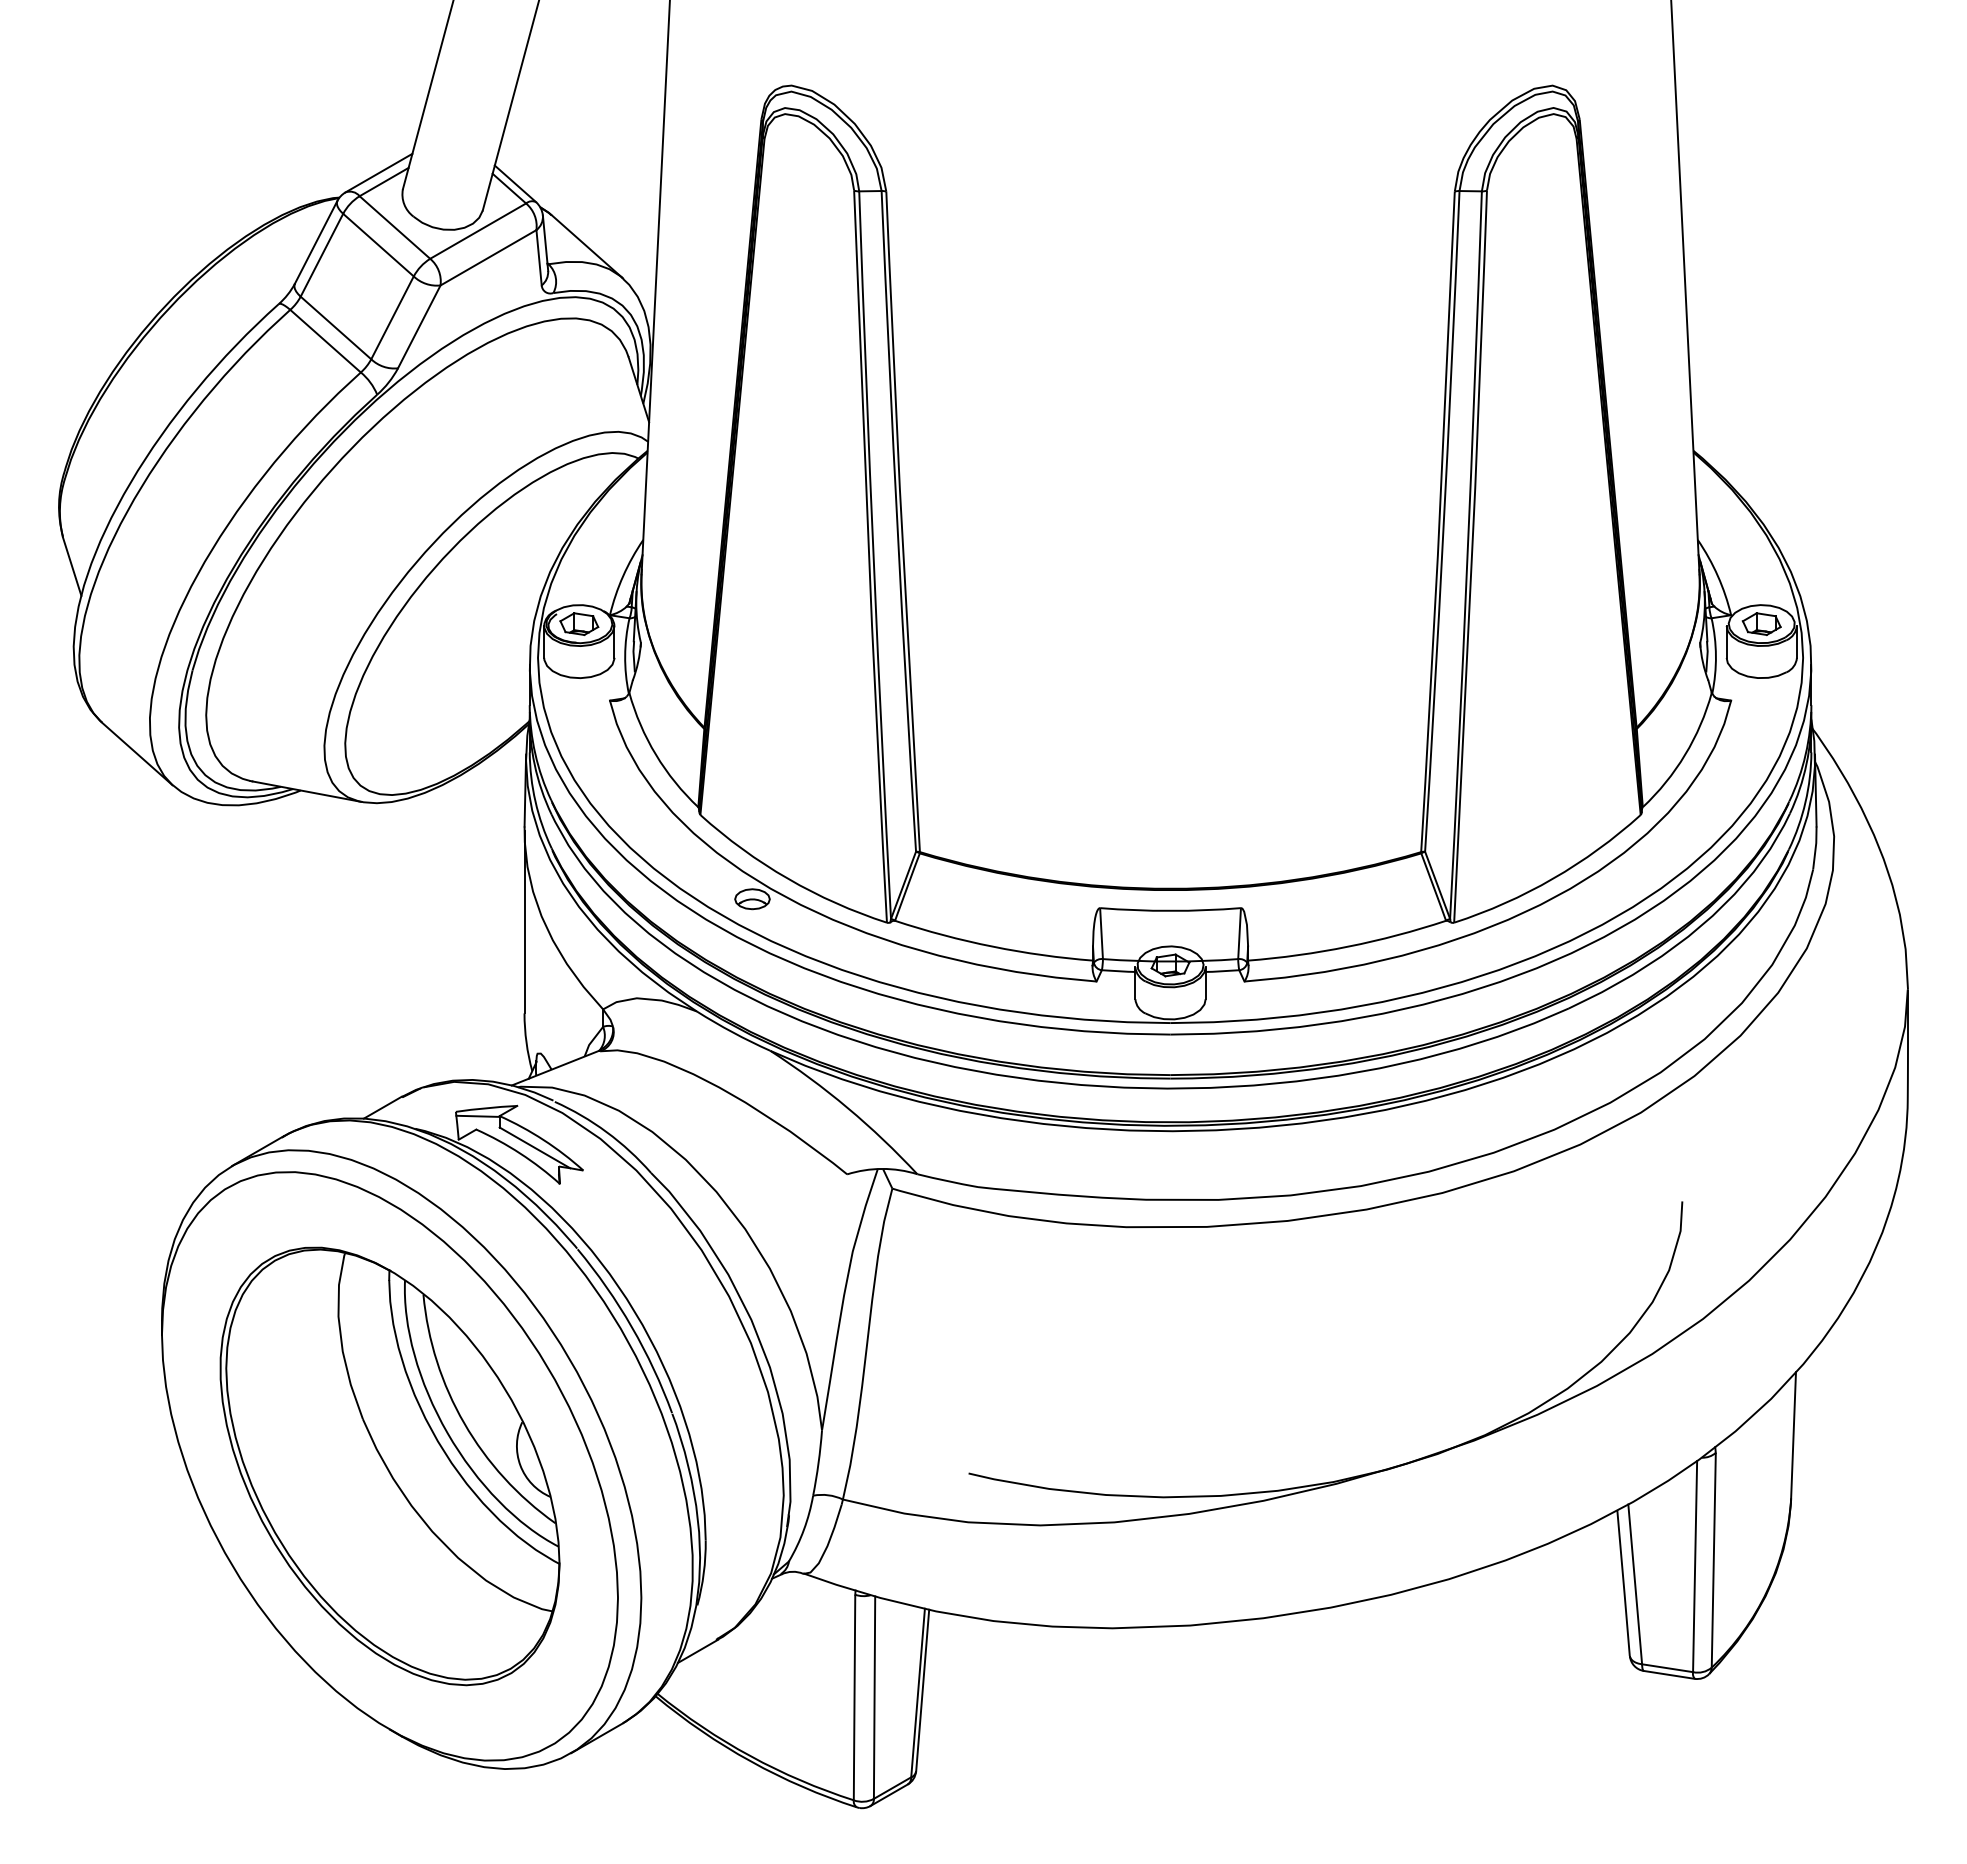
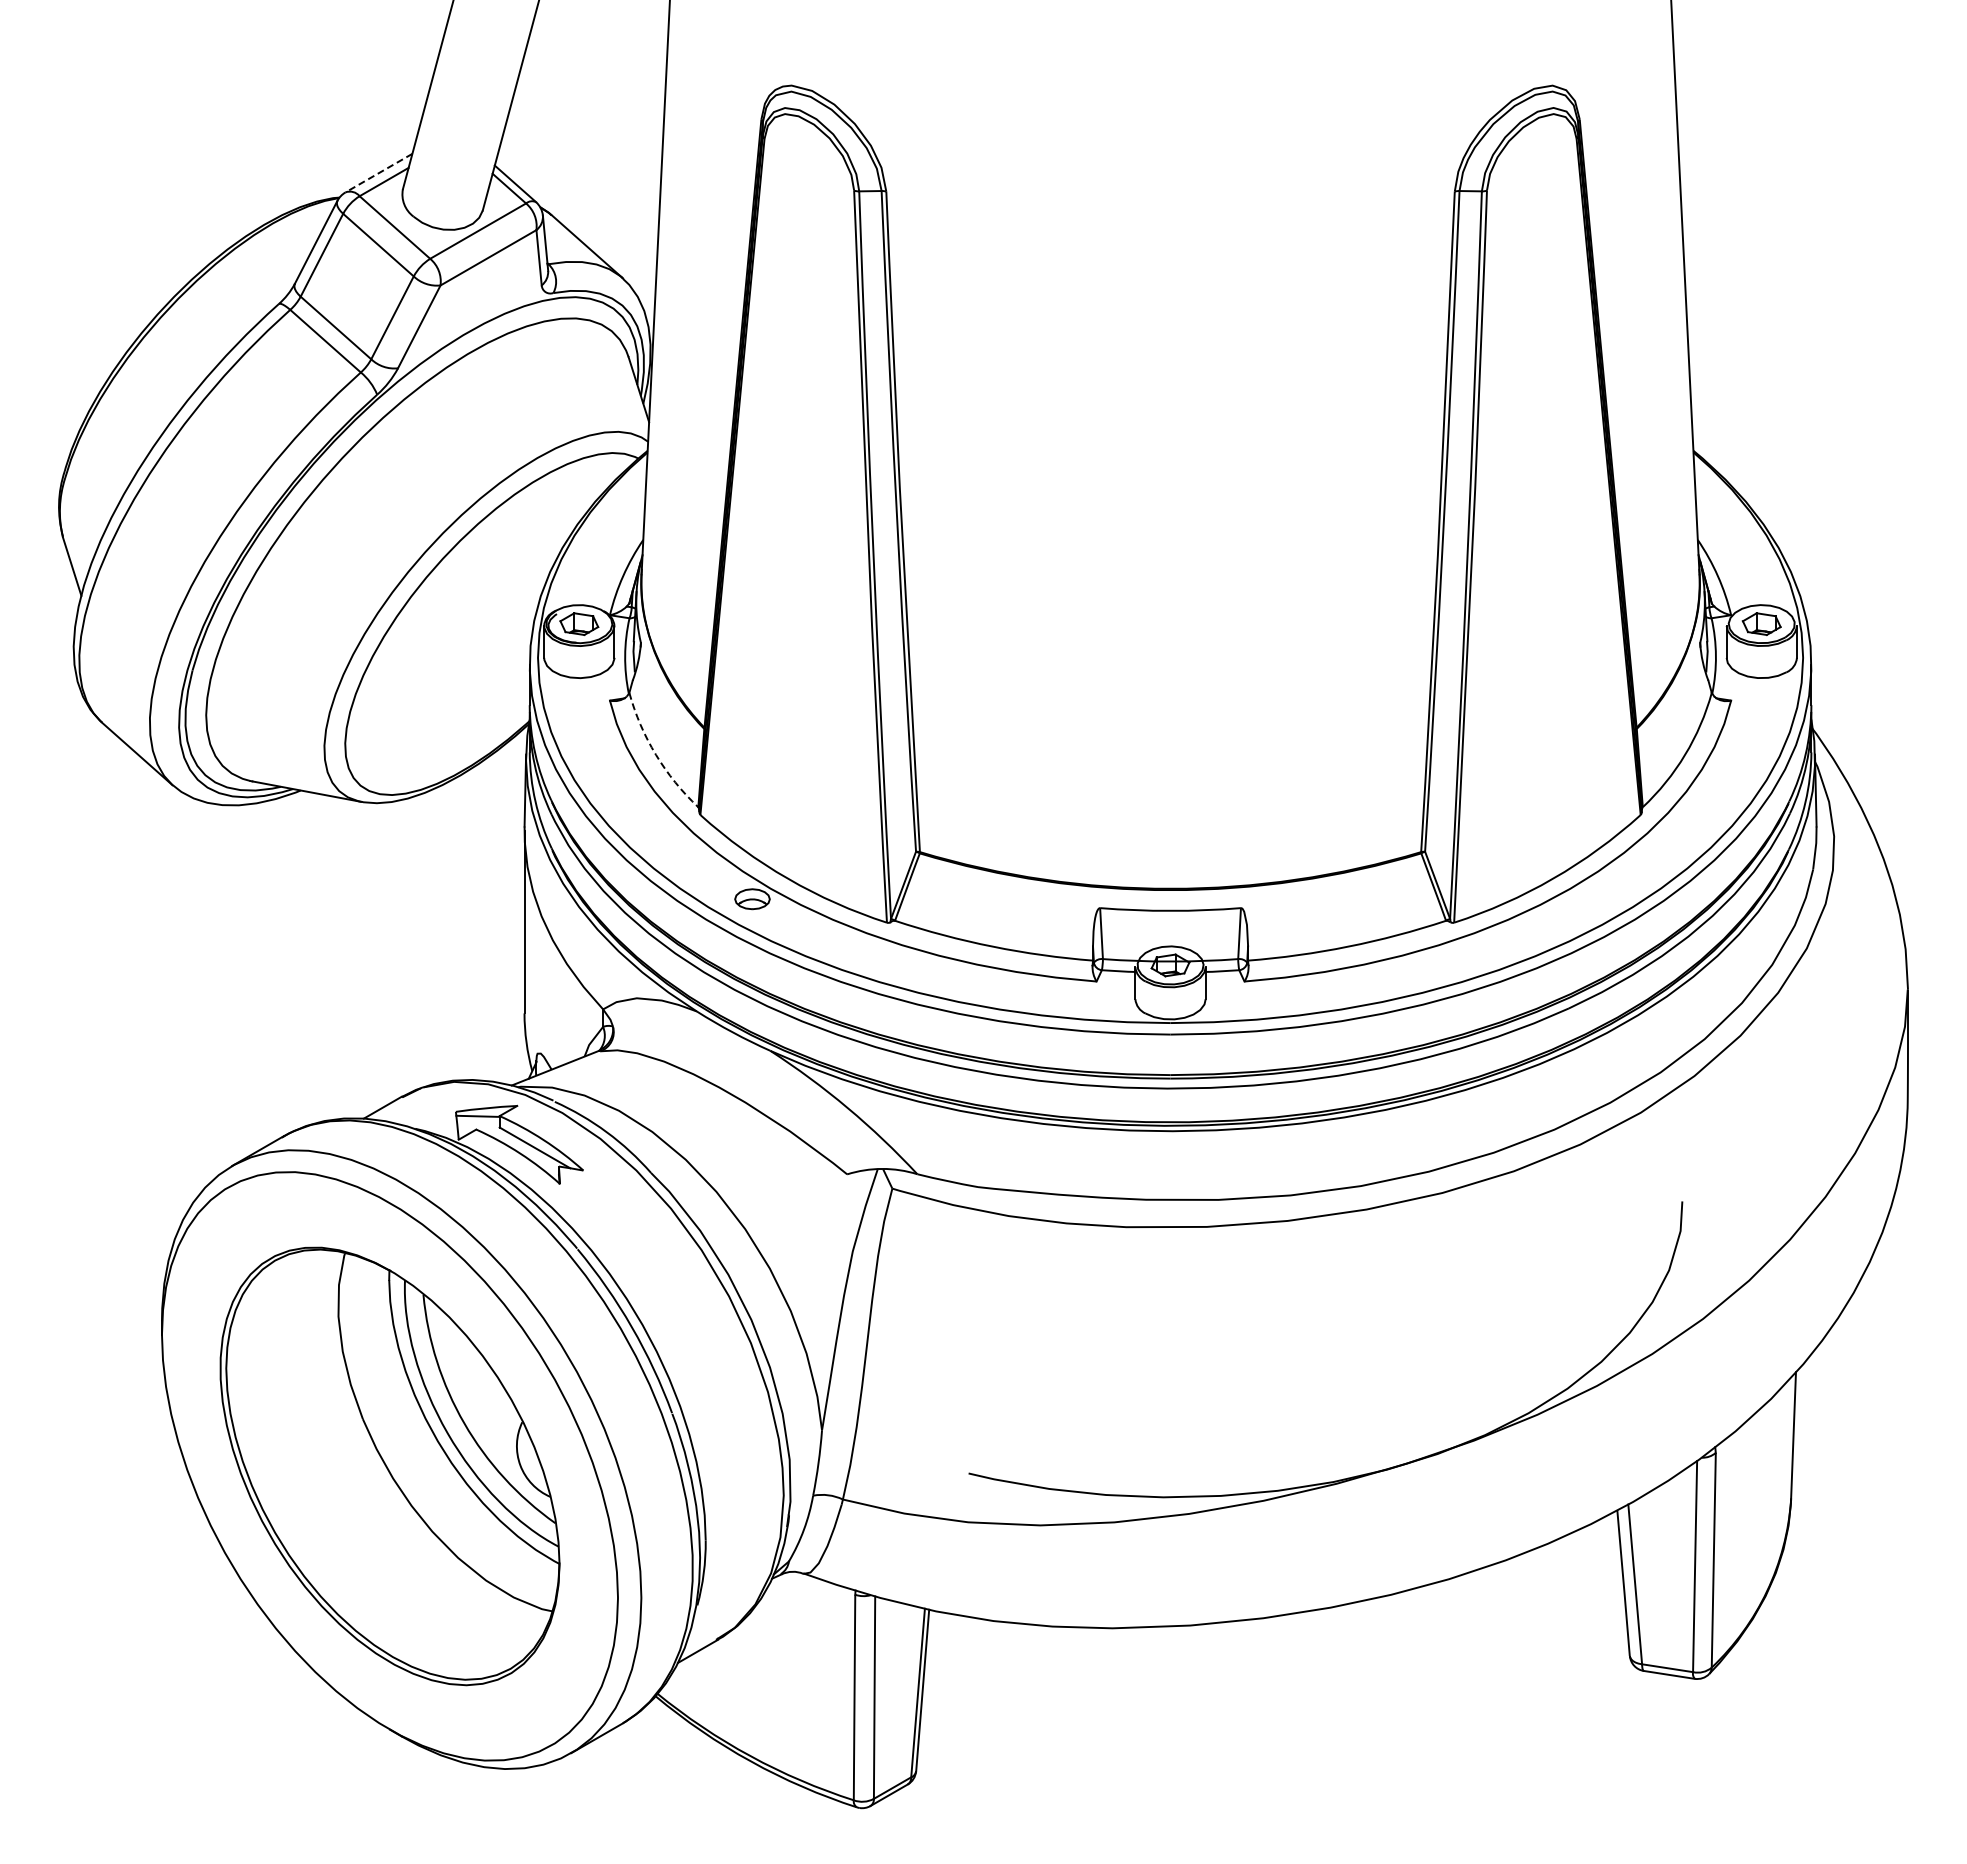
line at (378, 173): solid -> dashed
arc at (655, 754): solid -> dashed
